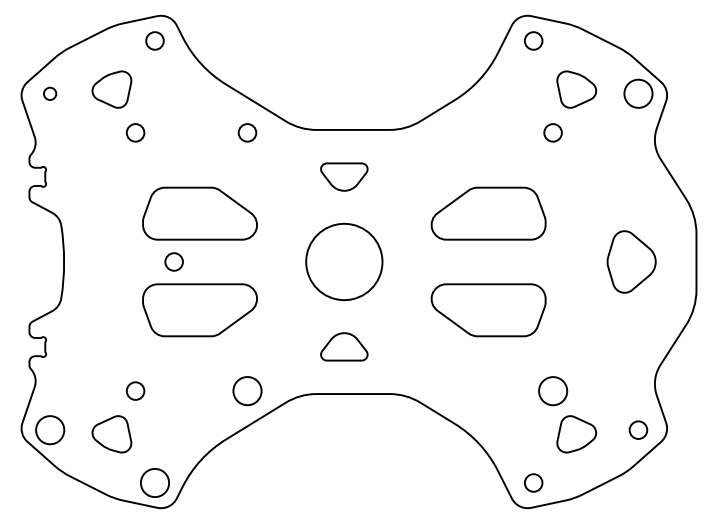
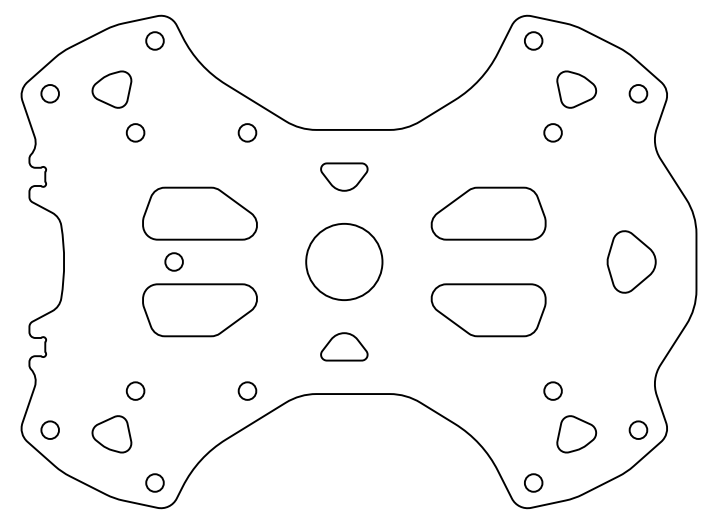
circle at (50, 93) size: 15x15 px -> 20x20 px
circle at (638, 93) diameter: 28 px -> 18 px
circle at (247, 391) diameter: 28 px -> 18 px
circle at (553, 391) size: 31x31 px -> 20x20 px
circle at (50, 430) diameter: 28 px -> 18 px
circle at (154, 482) diameter: 28 px -> 18 px
